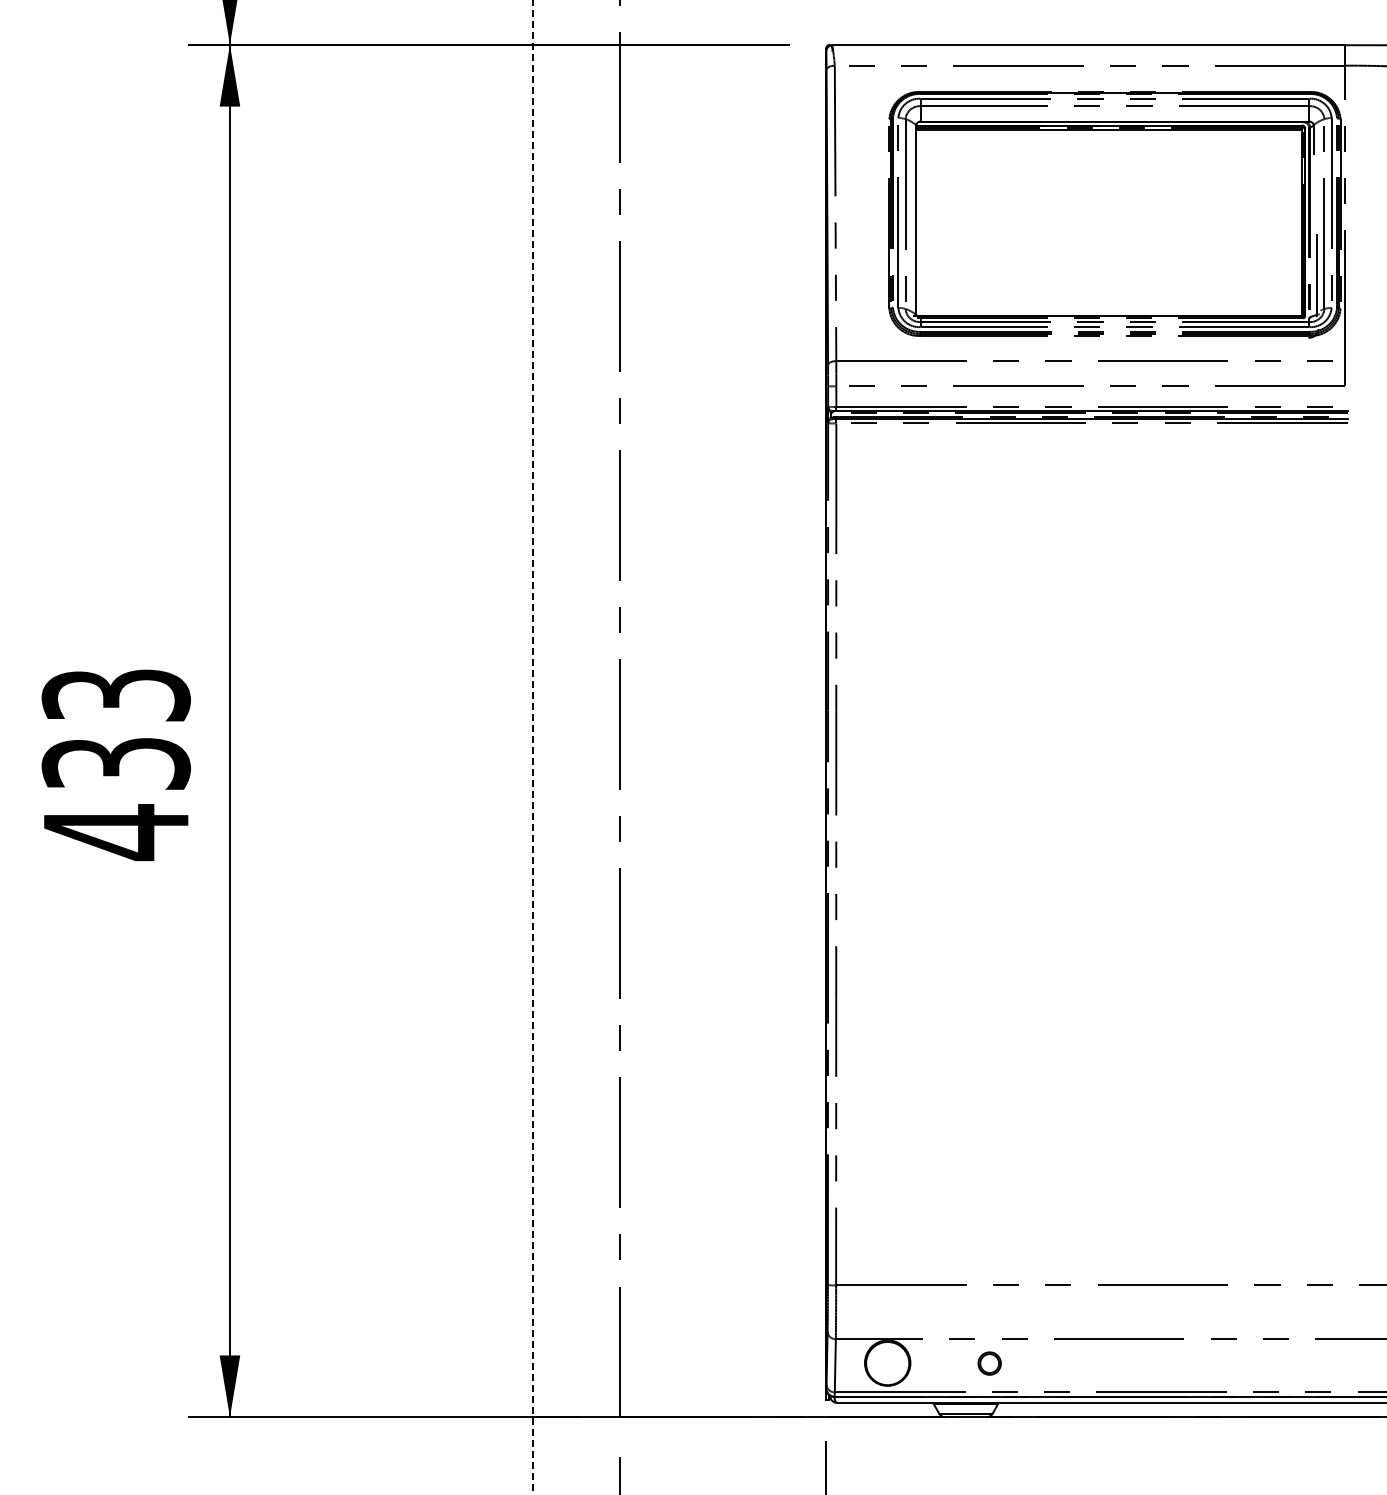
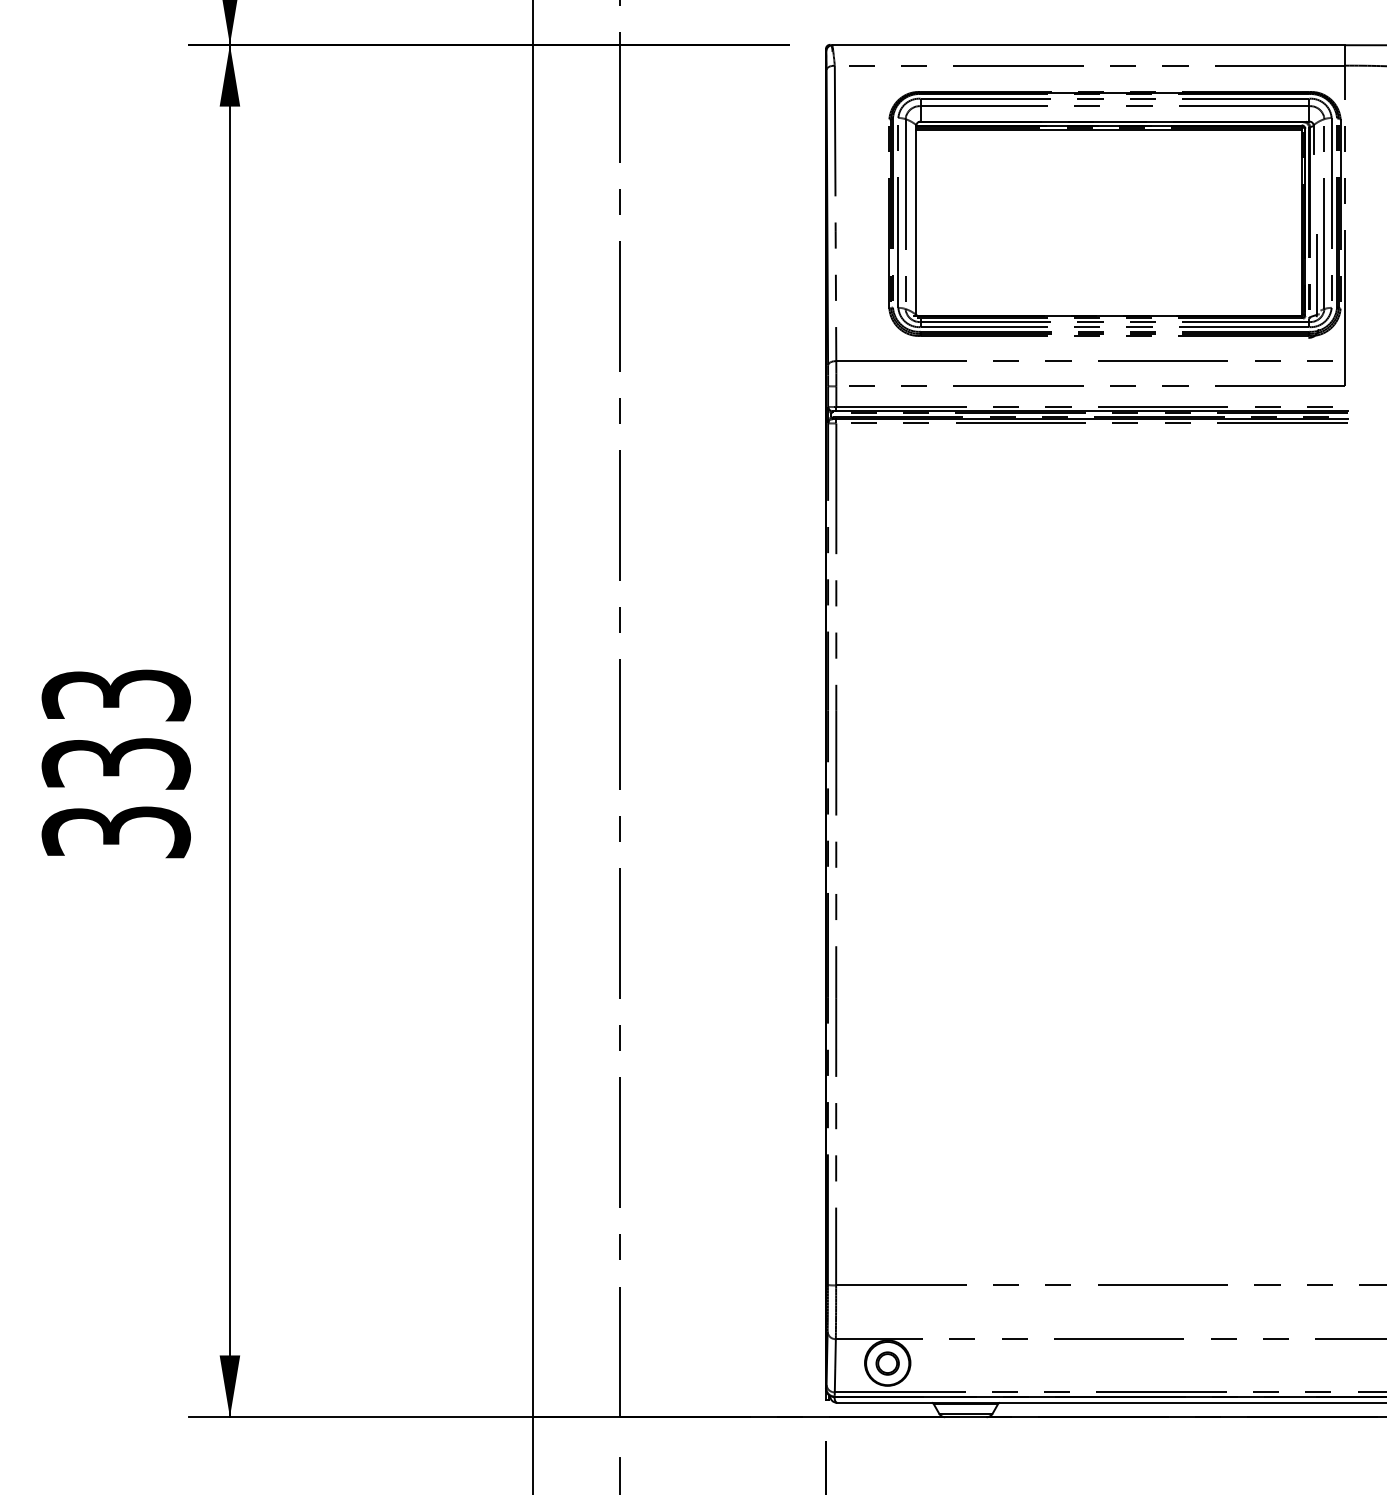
line at (533, 747): dashed -> solid
text at (115, 832): 433 -> 333
part at (989, 1363) position: (989, 1363) -> (887, 1363)
